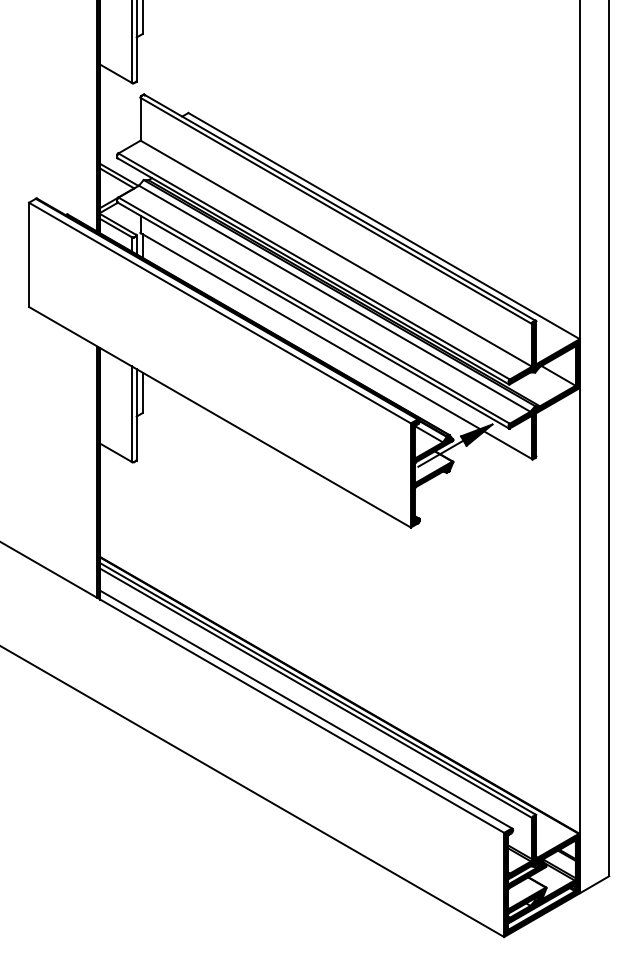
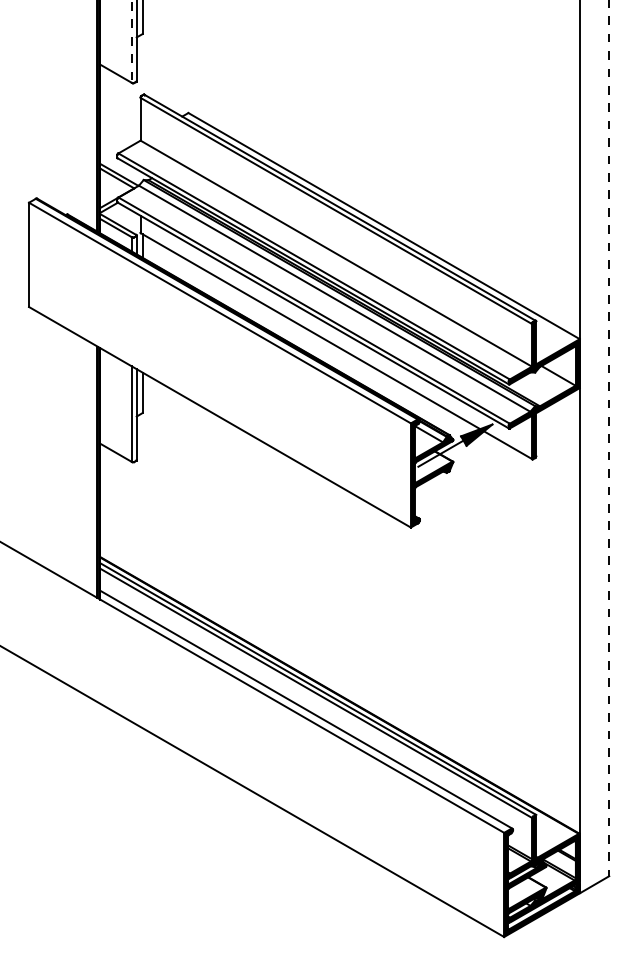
line at (131, 41): solid -> dashed
line at (609, 438): solid -> dashed
